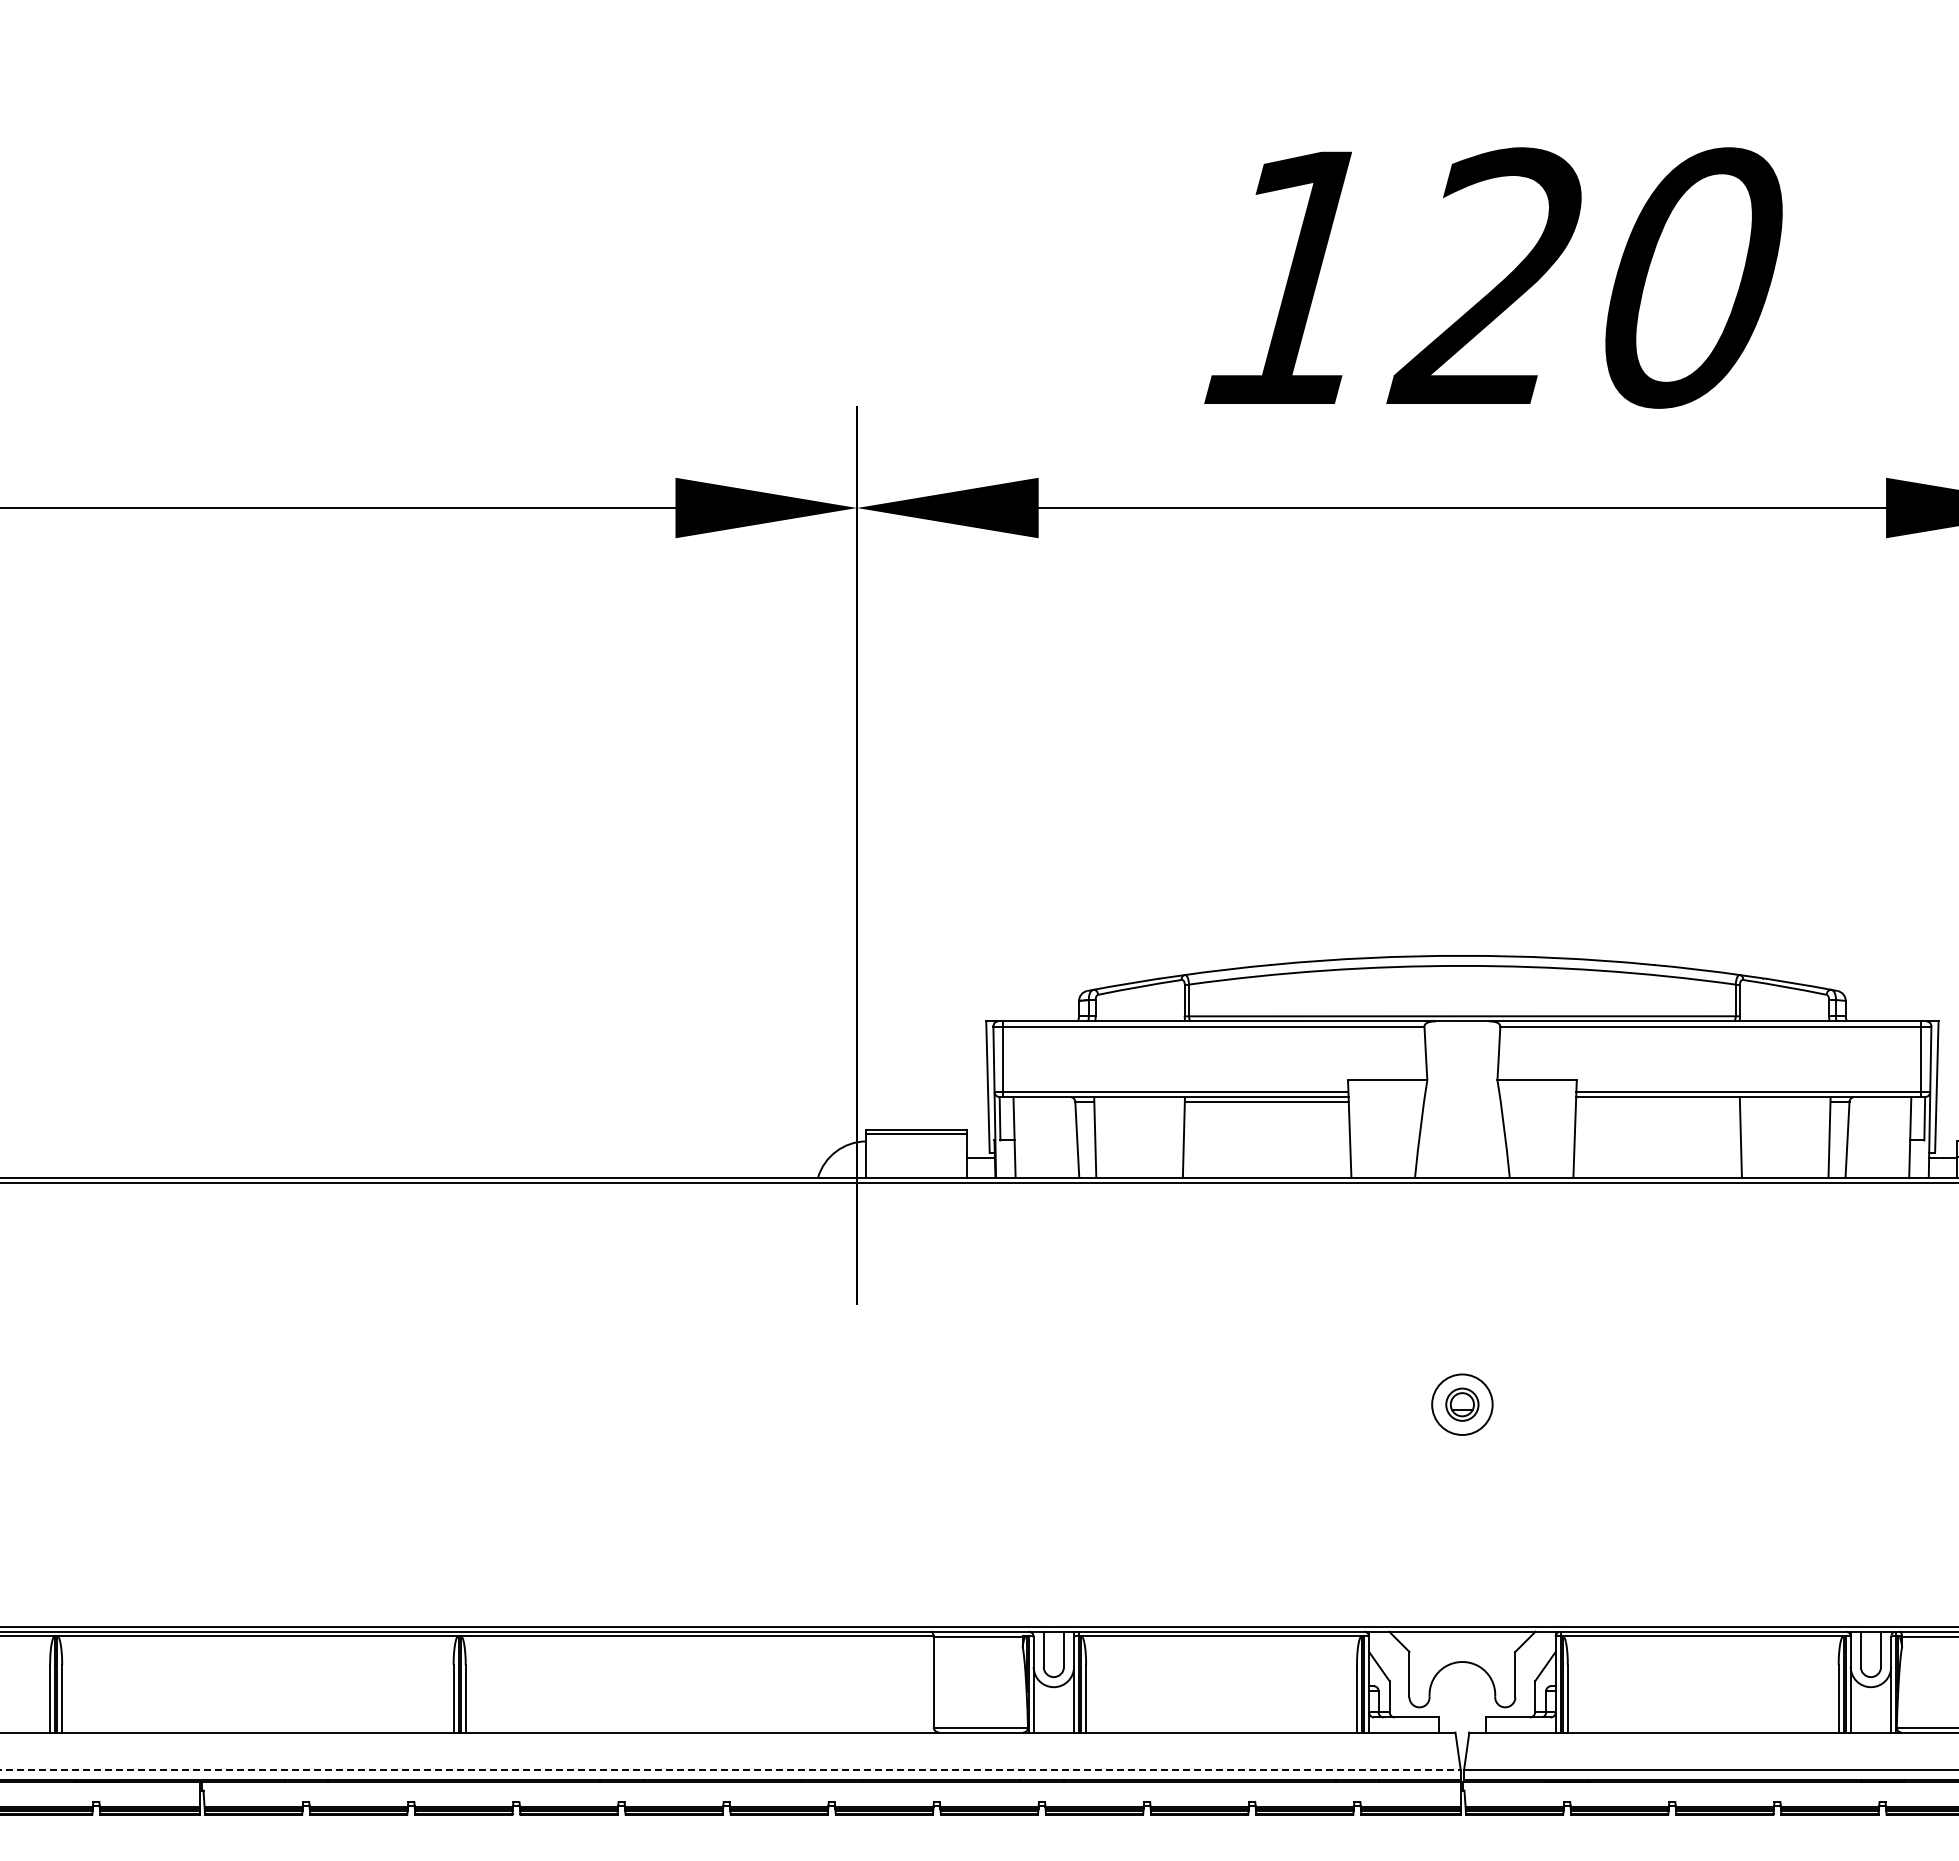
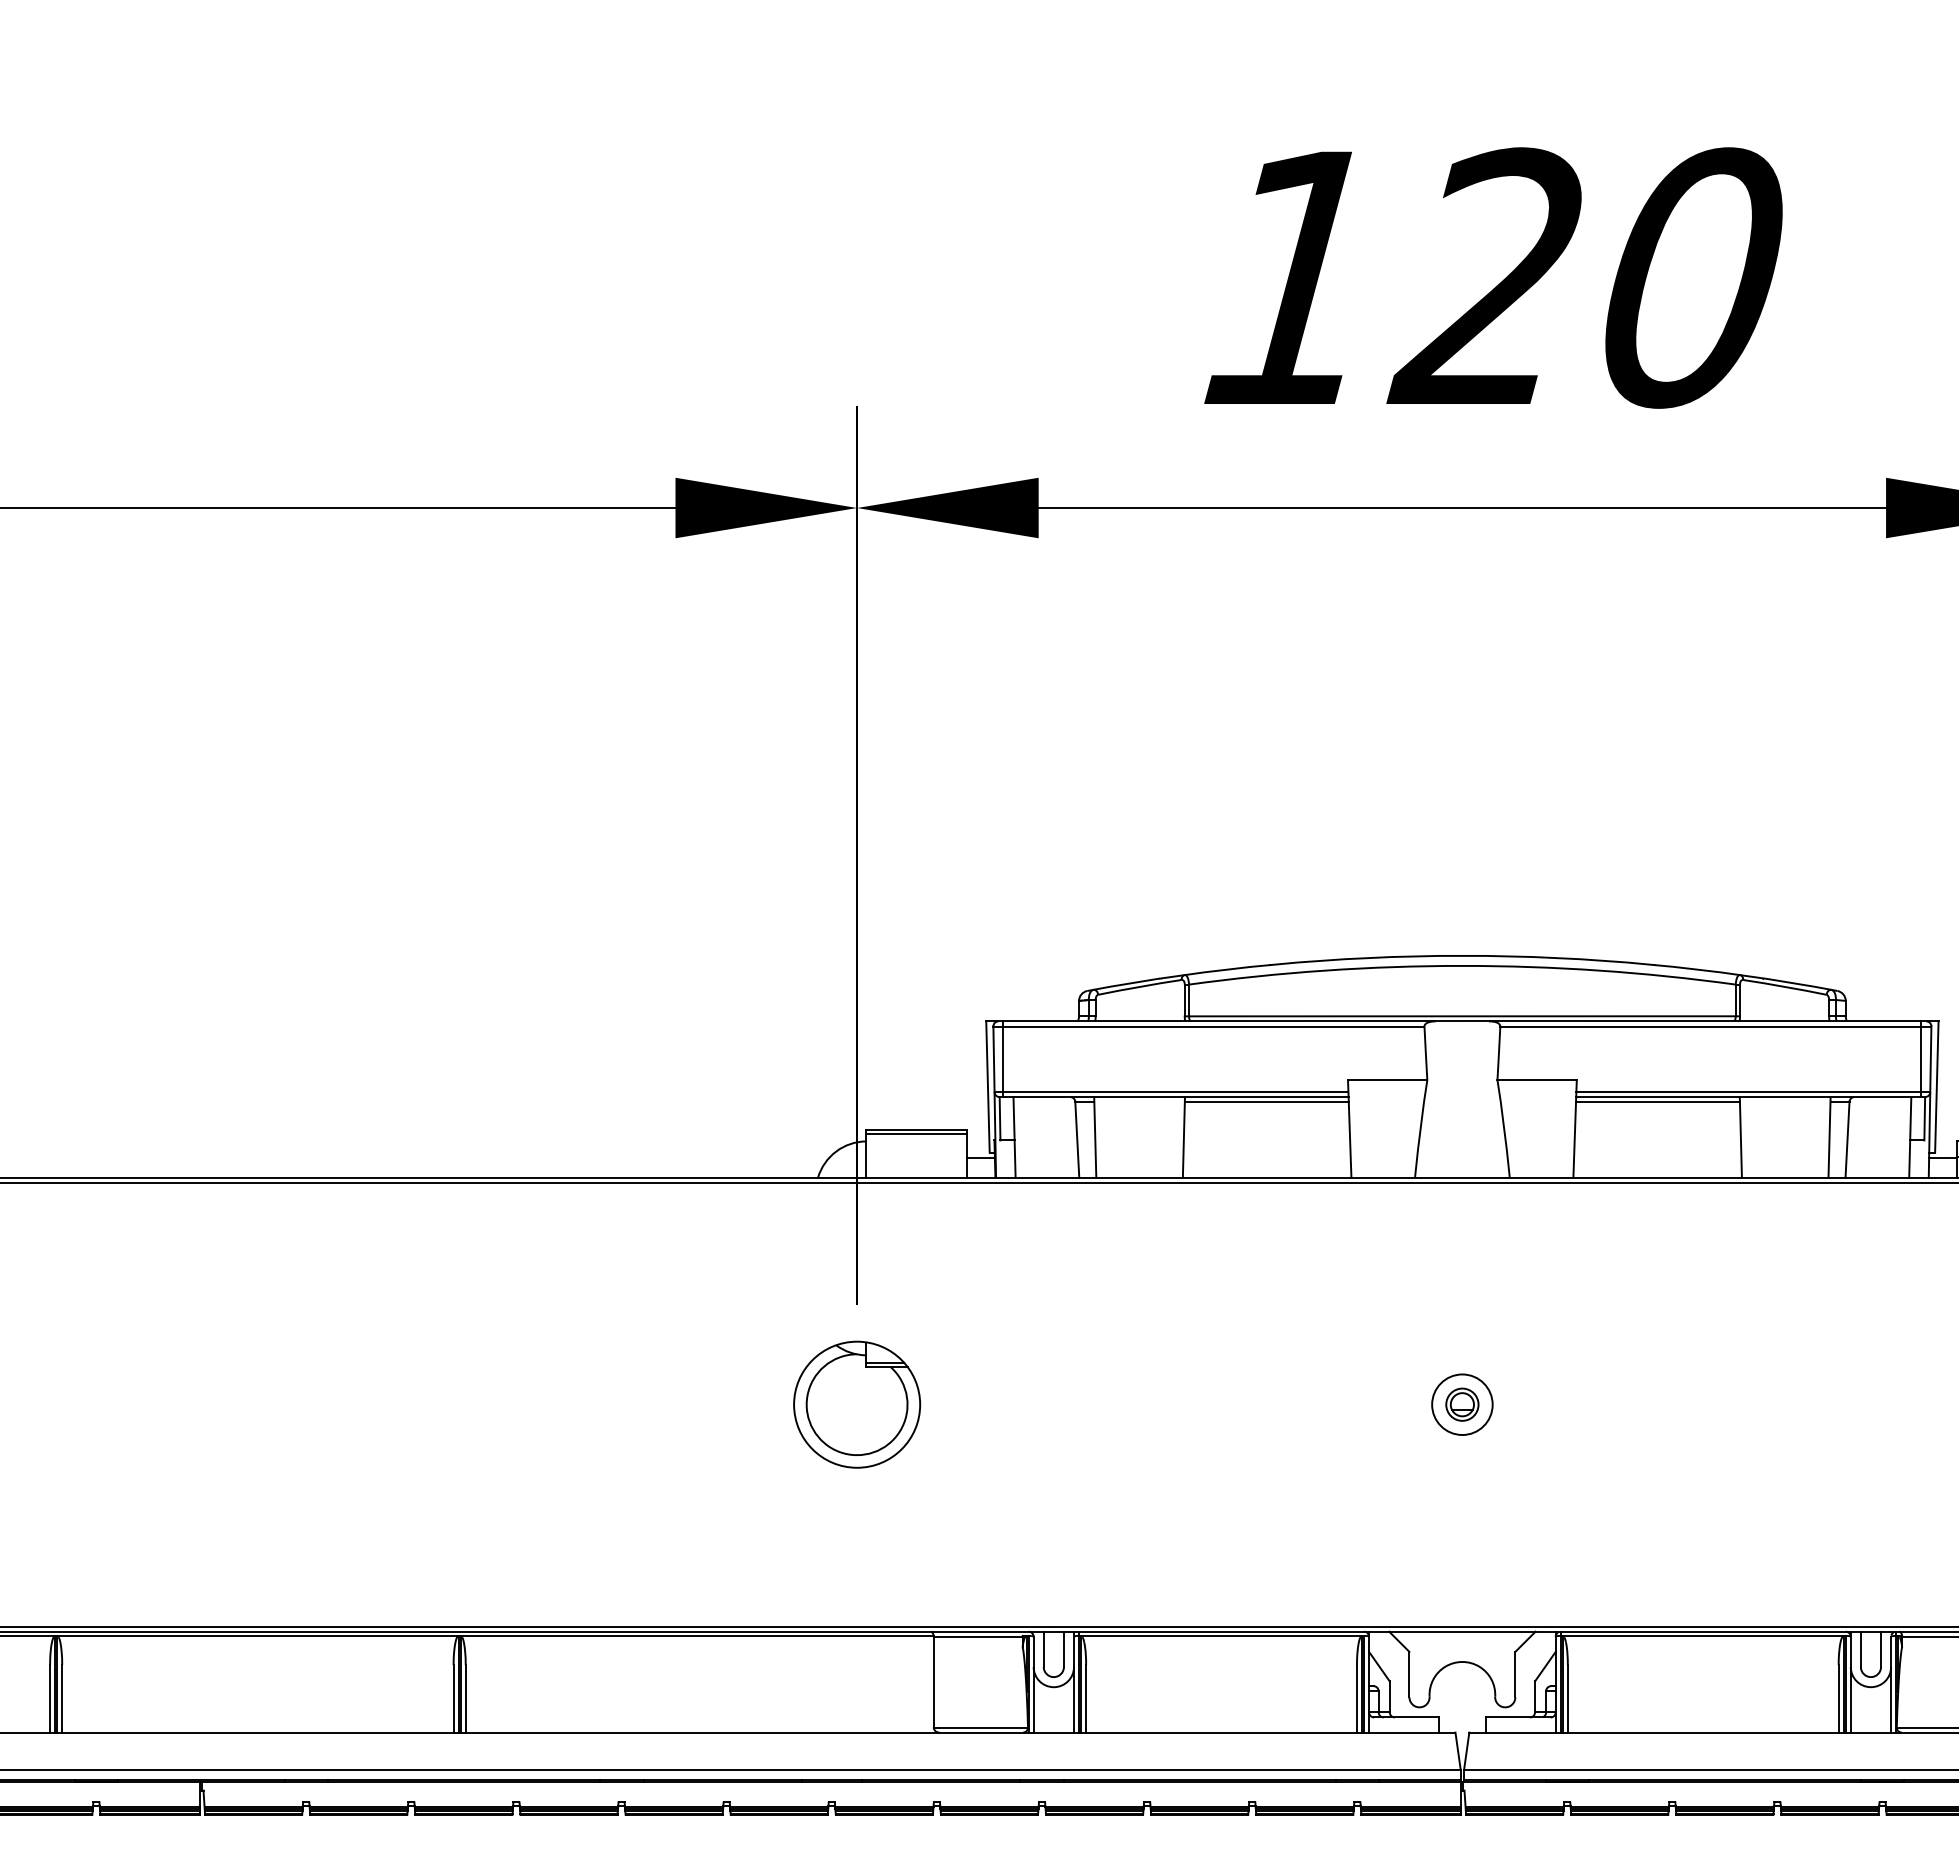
line at (1657, 1101): none -> present
part at (857, 1404): none -> present
line at (730, 1769): dashed -> solid
